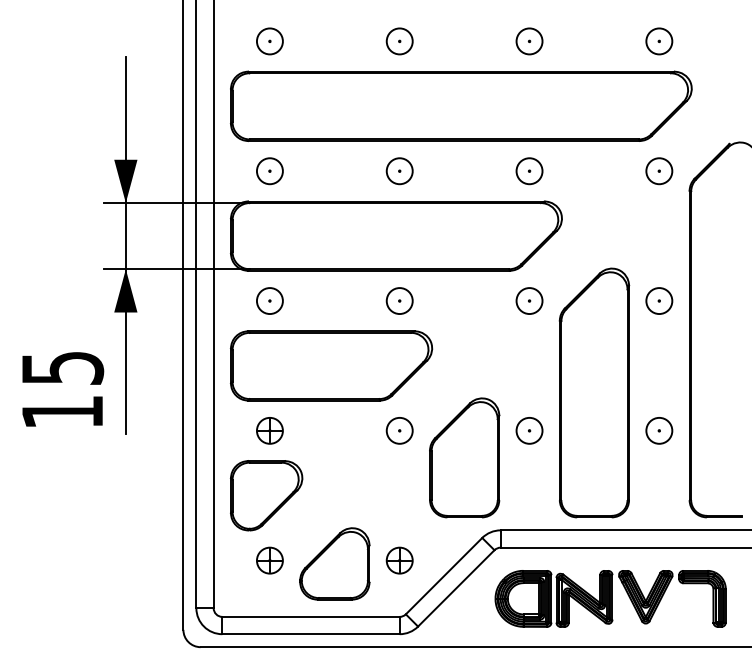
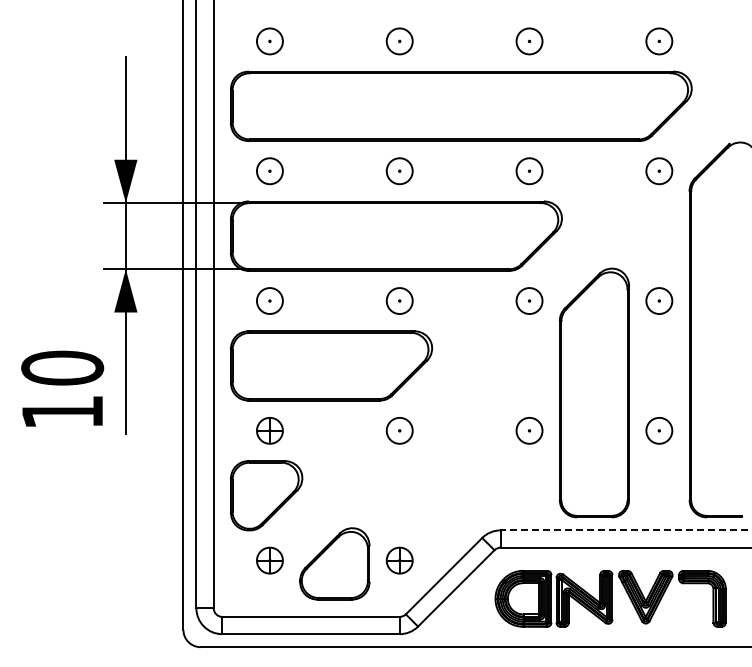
text at (62, 367): 15 -> 10
part at (464, 457): present -> none
line at (625, 530): solid -> dashed
